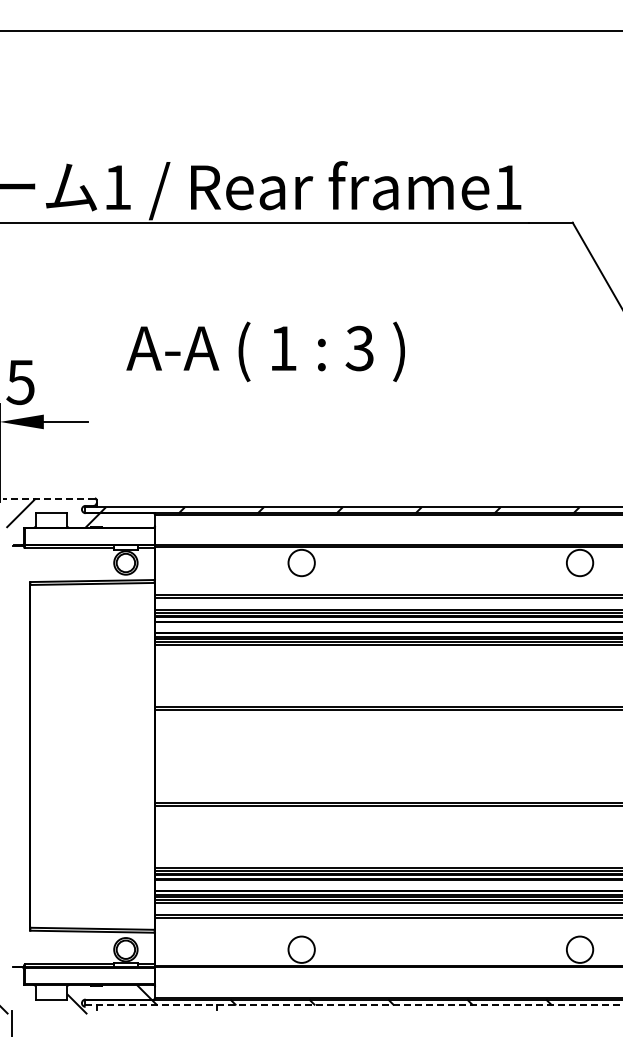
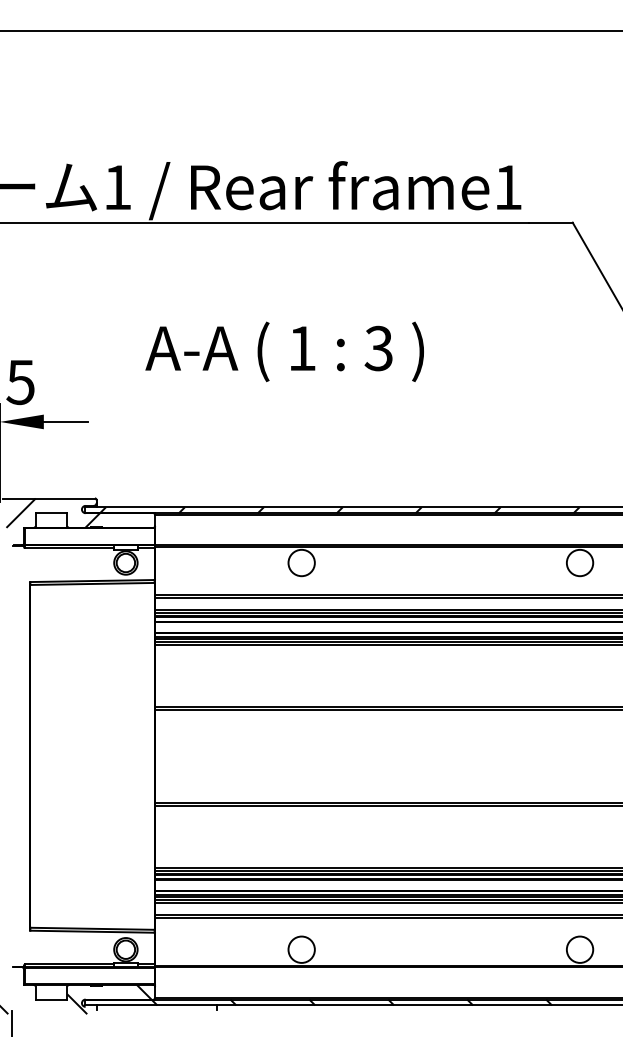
text at (265, 351) position: (265, 351) -> (284, 351)
line at (48, 498): dashed -> solid
line at (353, 1005): dashed -> solid
